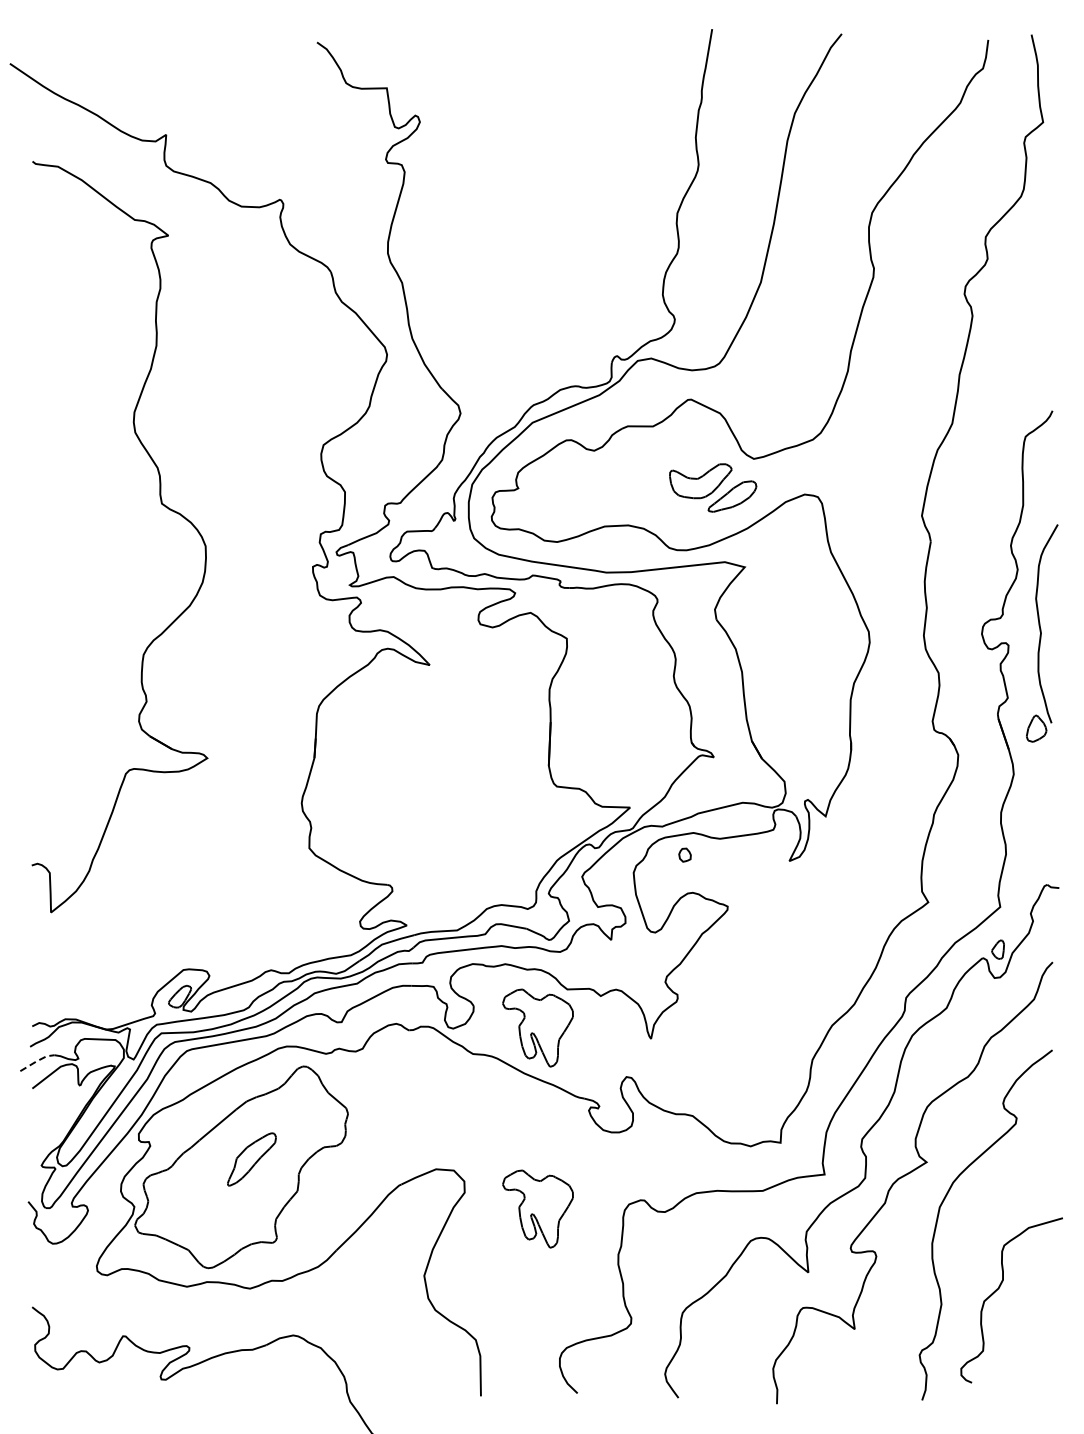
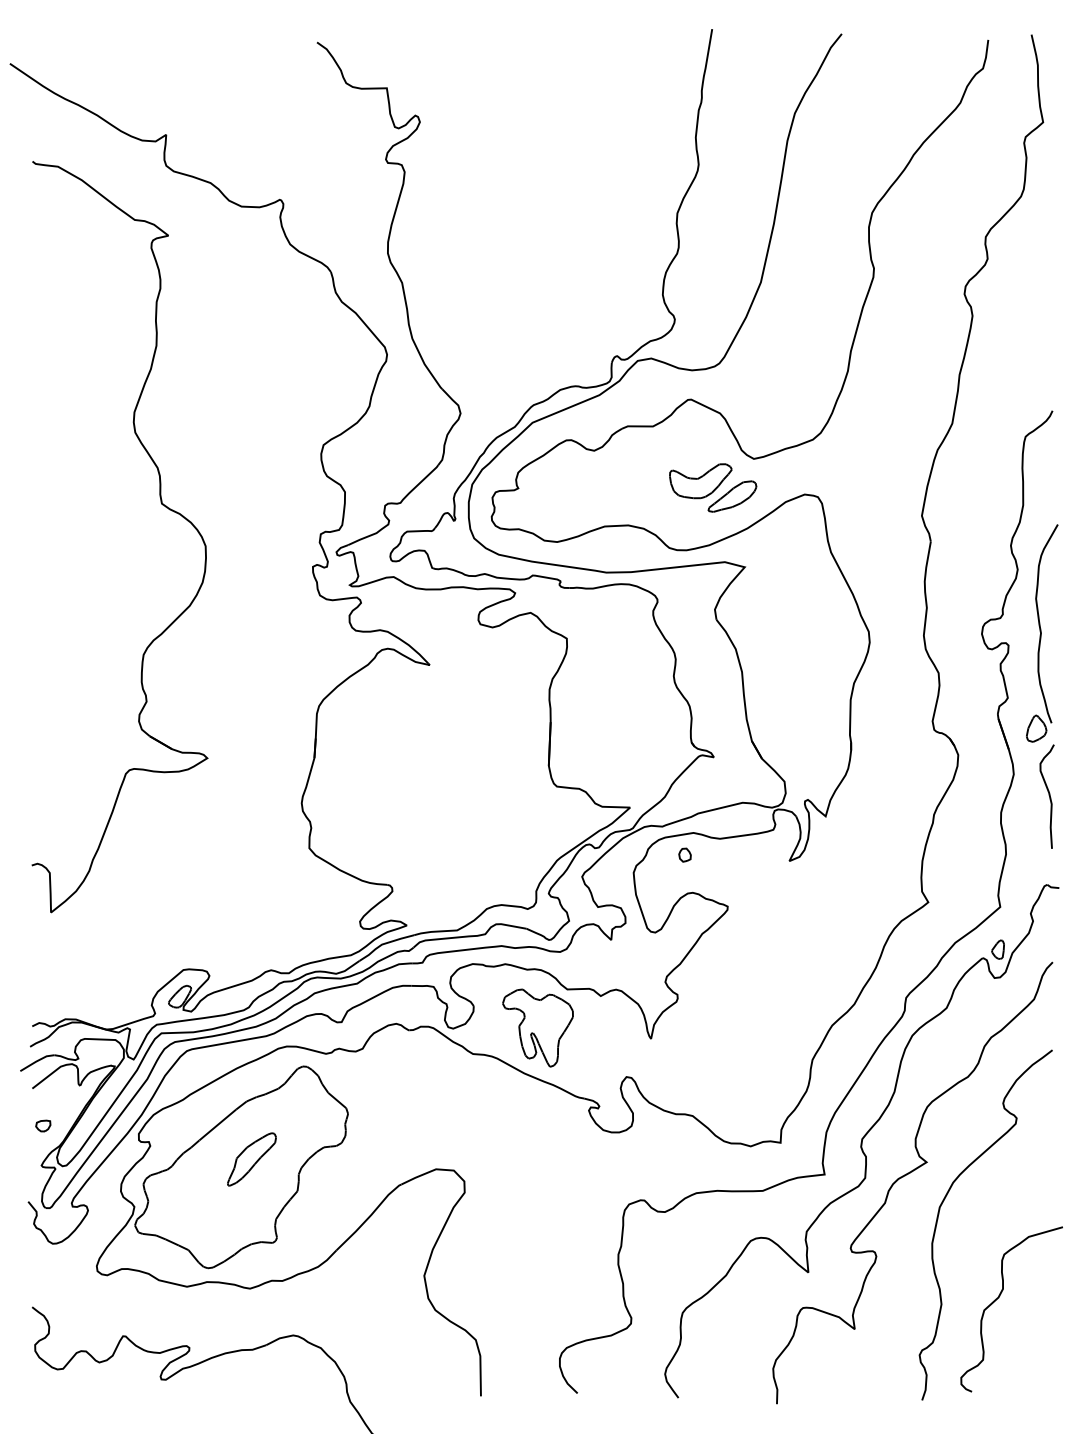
curve at (1048, 795): none -> present
line at (37, 1061): dashed -> solid
part at (43, 1125): none -> present
part at (537, 1208): present -> none
curve at (999, 1288) position: (999, 1288) -> (999, 1297)
